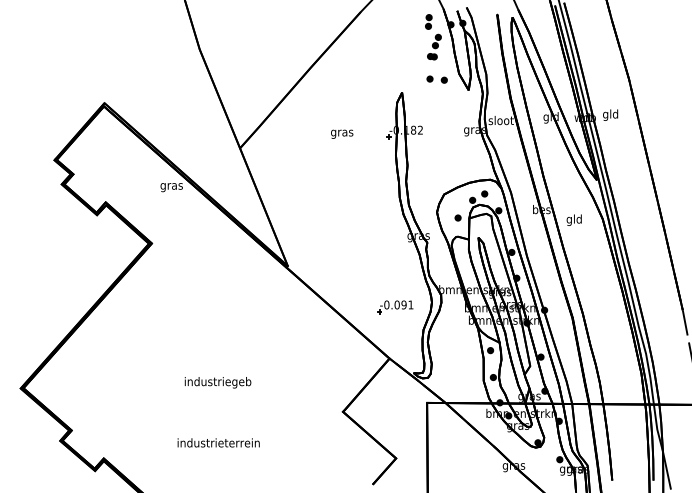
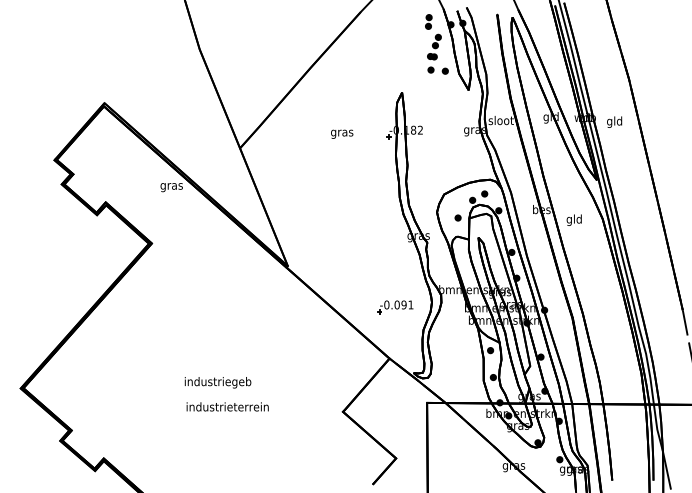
part at (436, 79) position: (436, 79) -> (437, 70)
text at (610, 114) position: (610, 114) -> (614, 121)
text at (218, 442) position: (218, 442) -> (227, 406)
